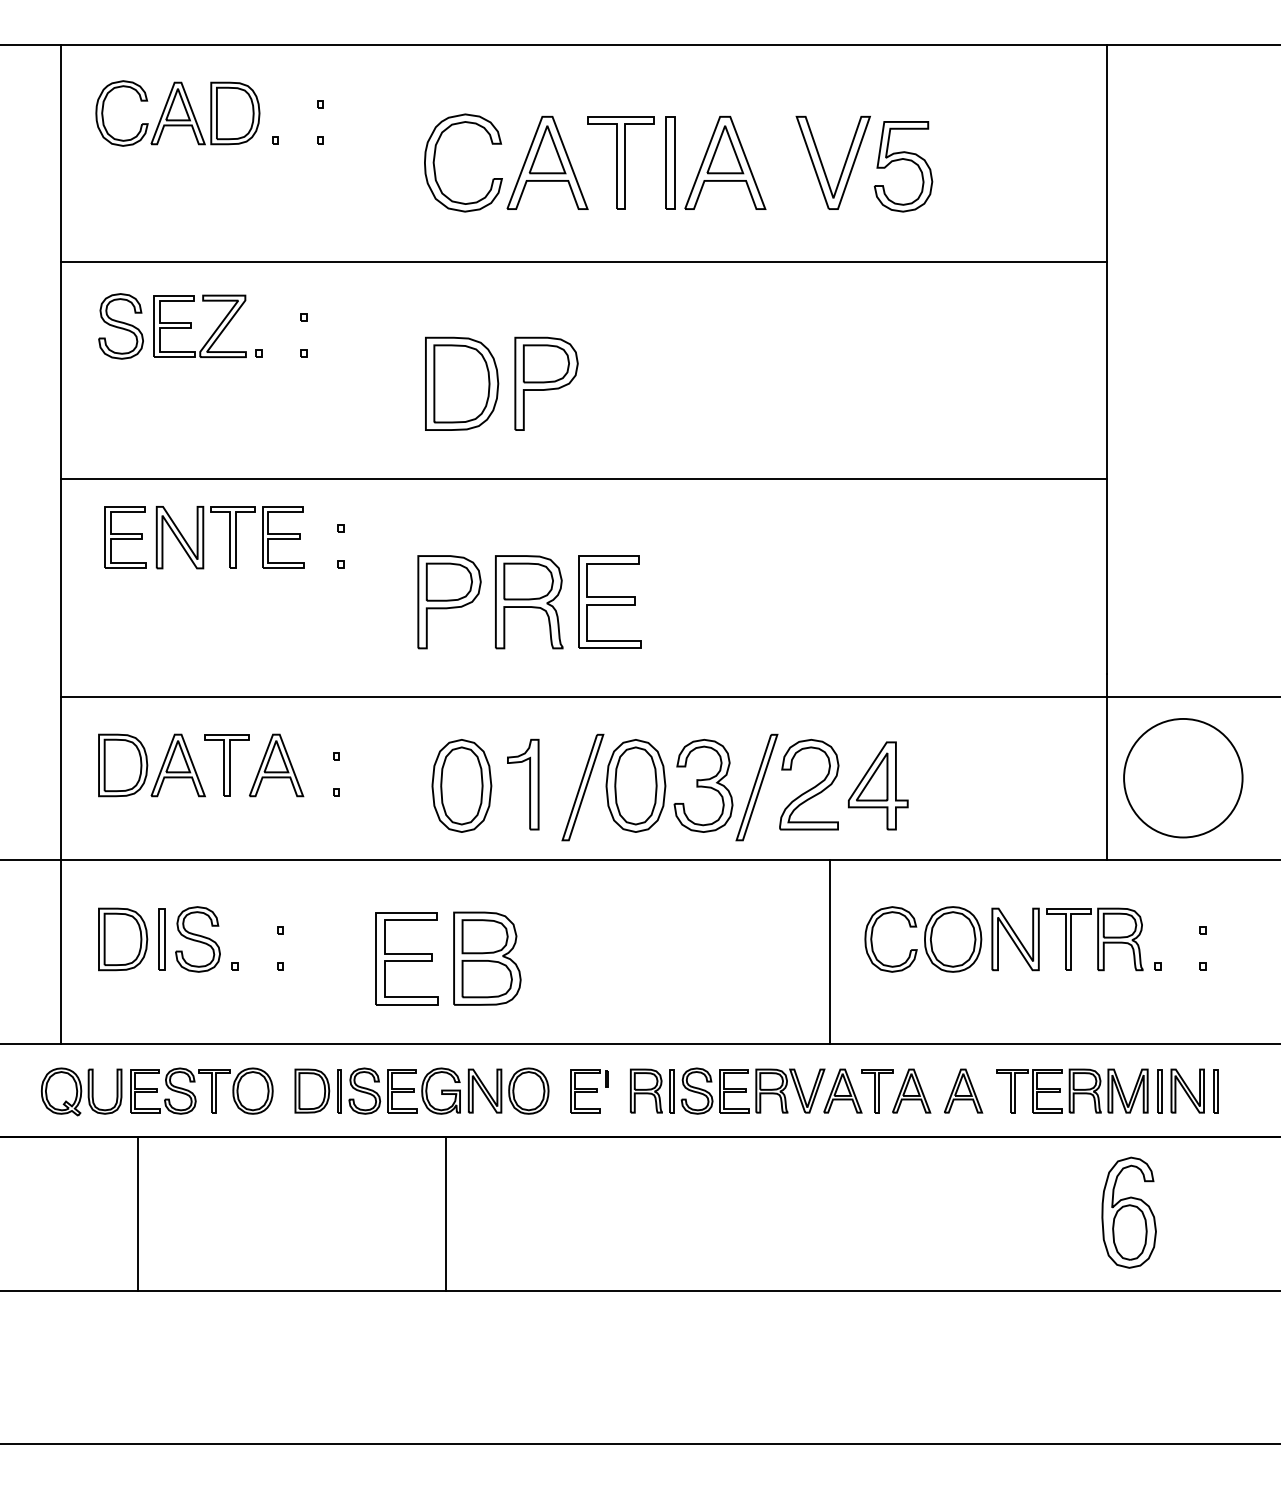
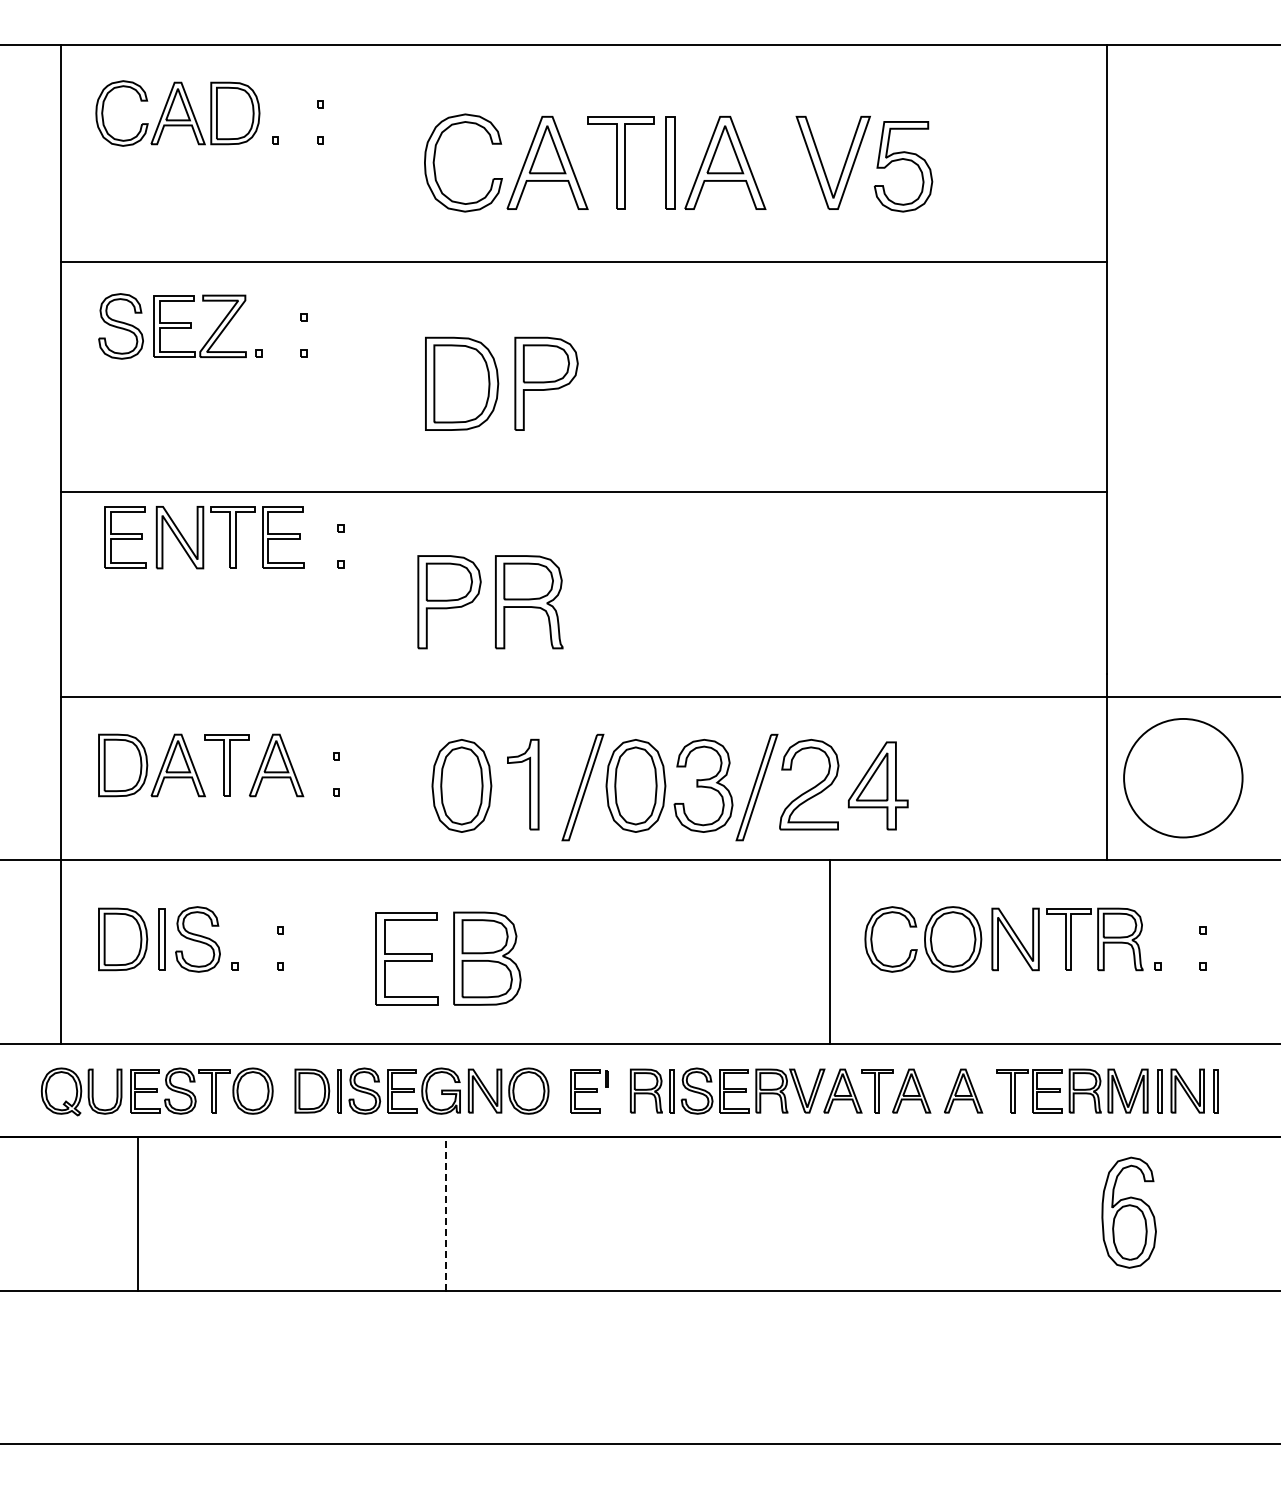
line at (584, 479) position: (584, 479) -> (584, 492)
part at (609, 601): present -> none
line at (445, 1213): solid -> dashed
